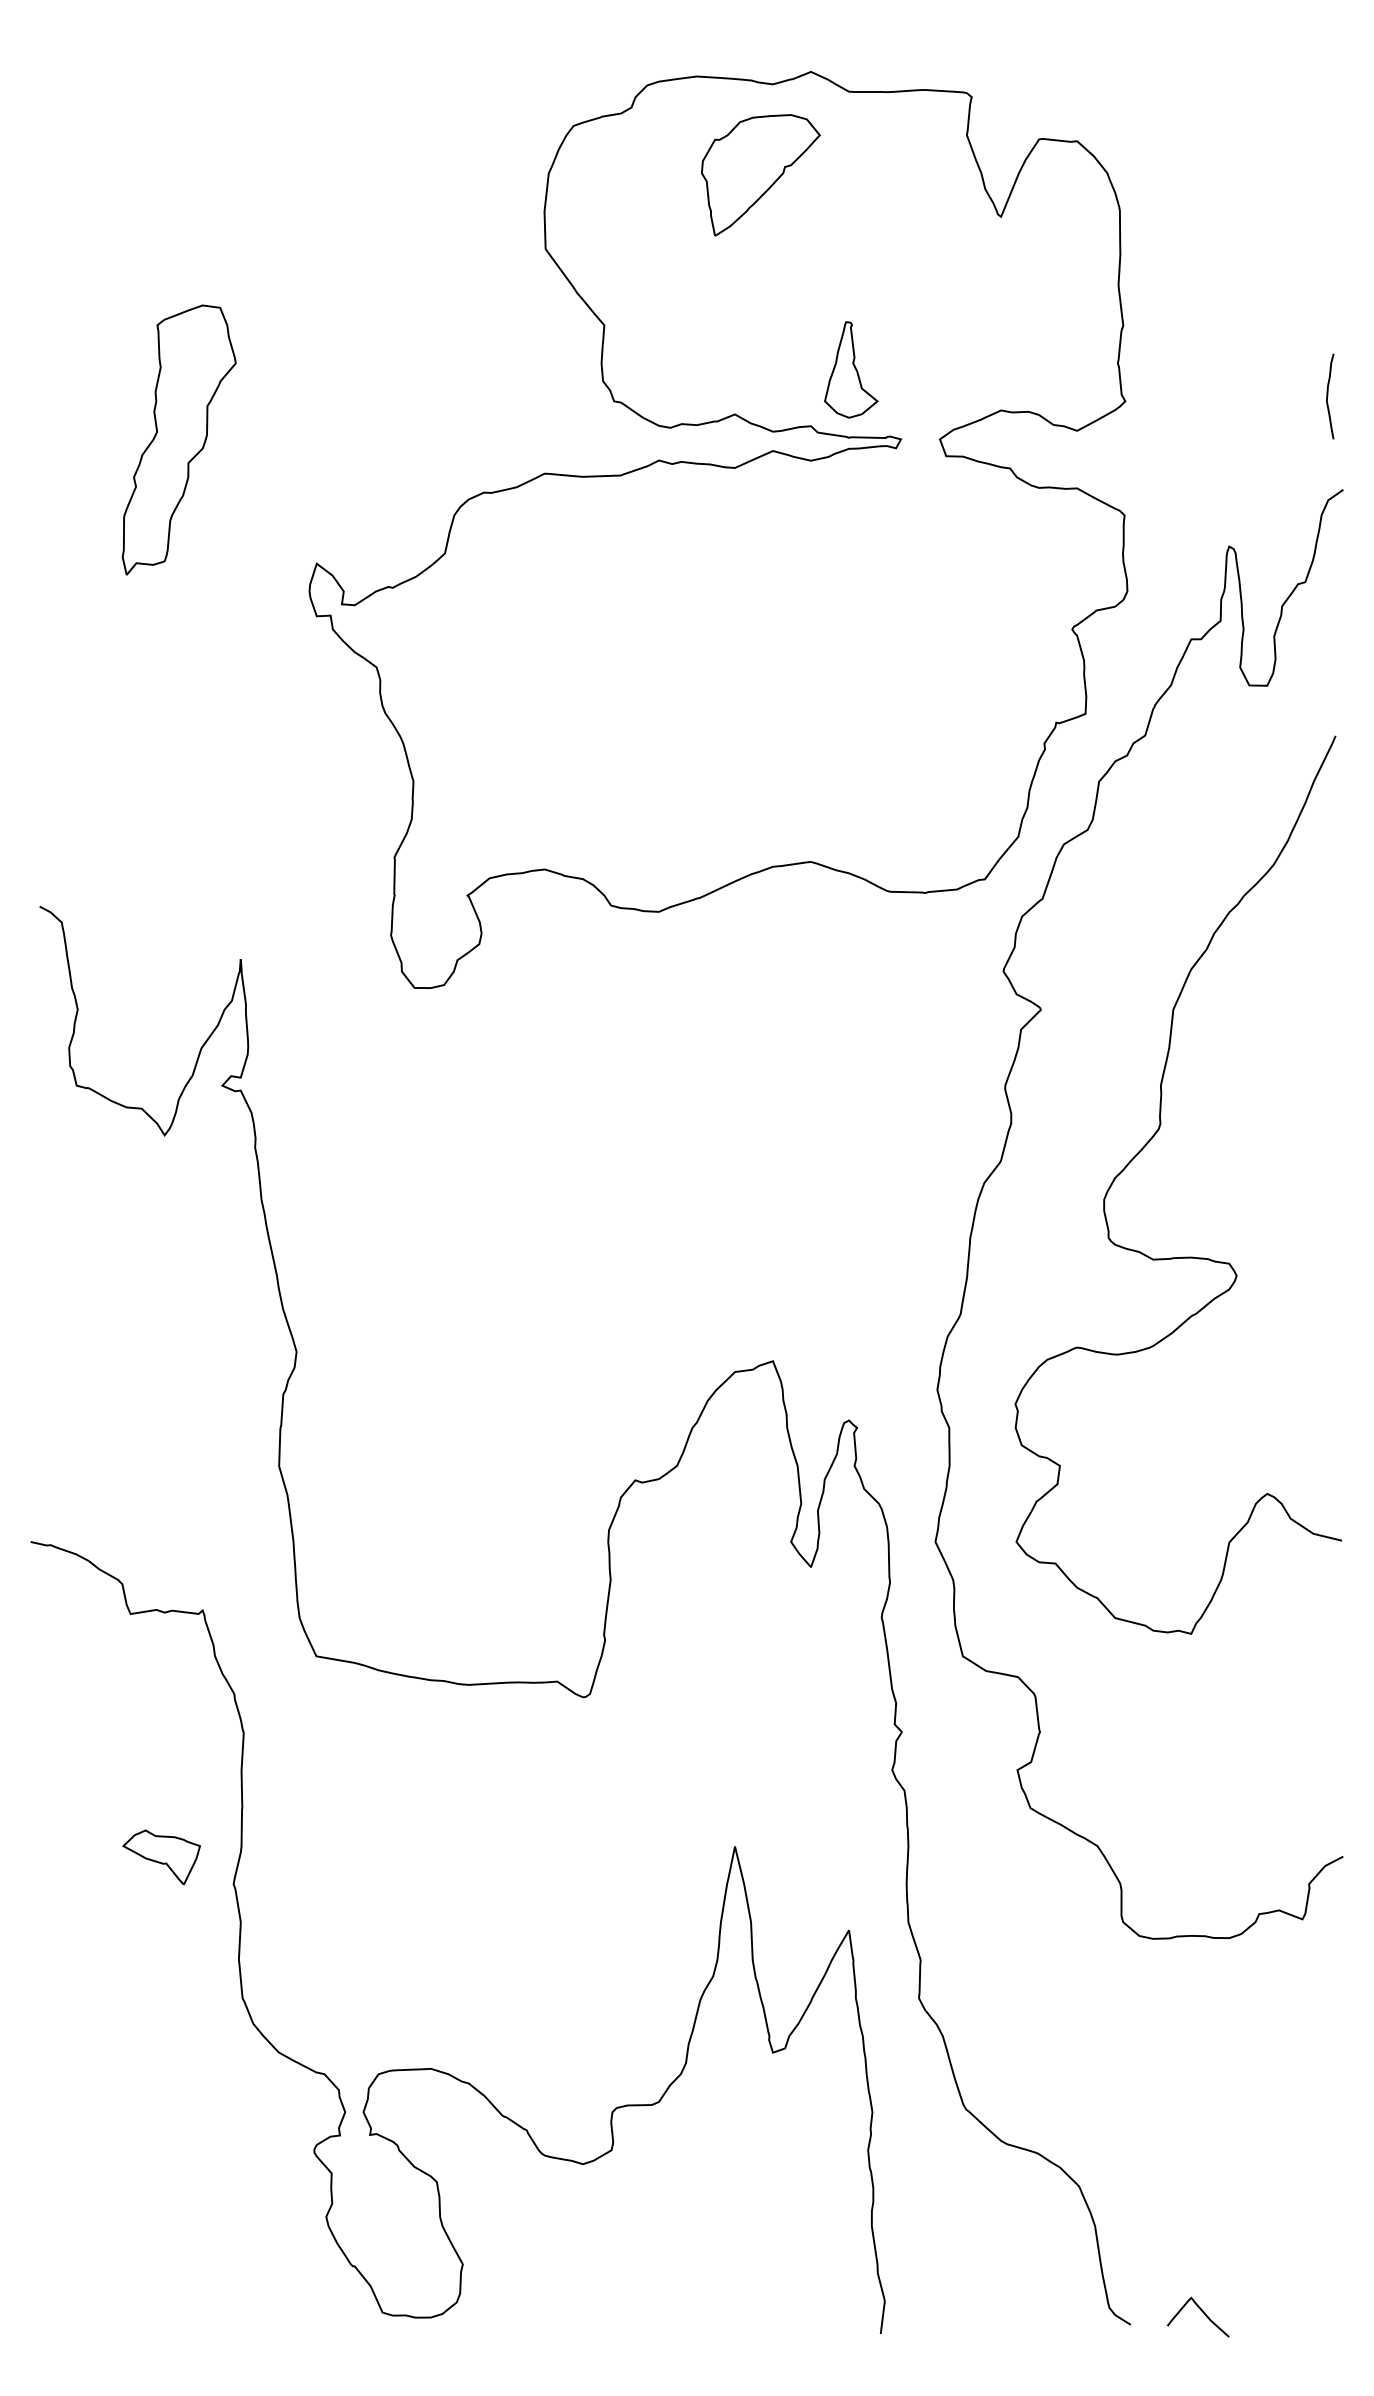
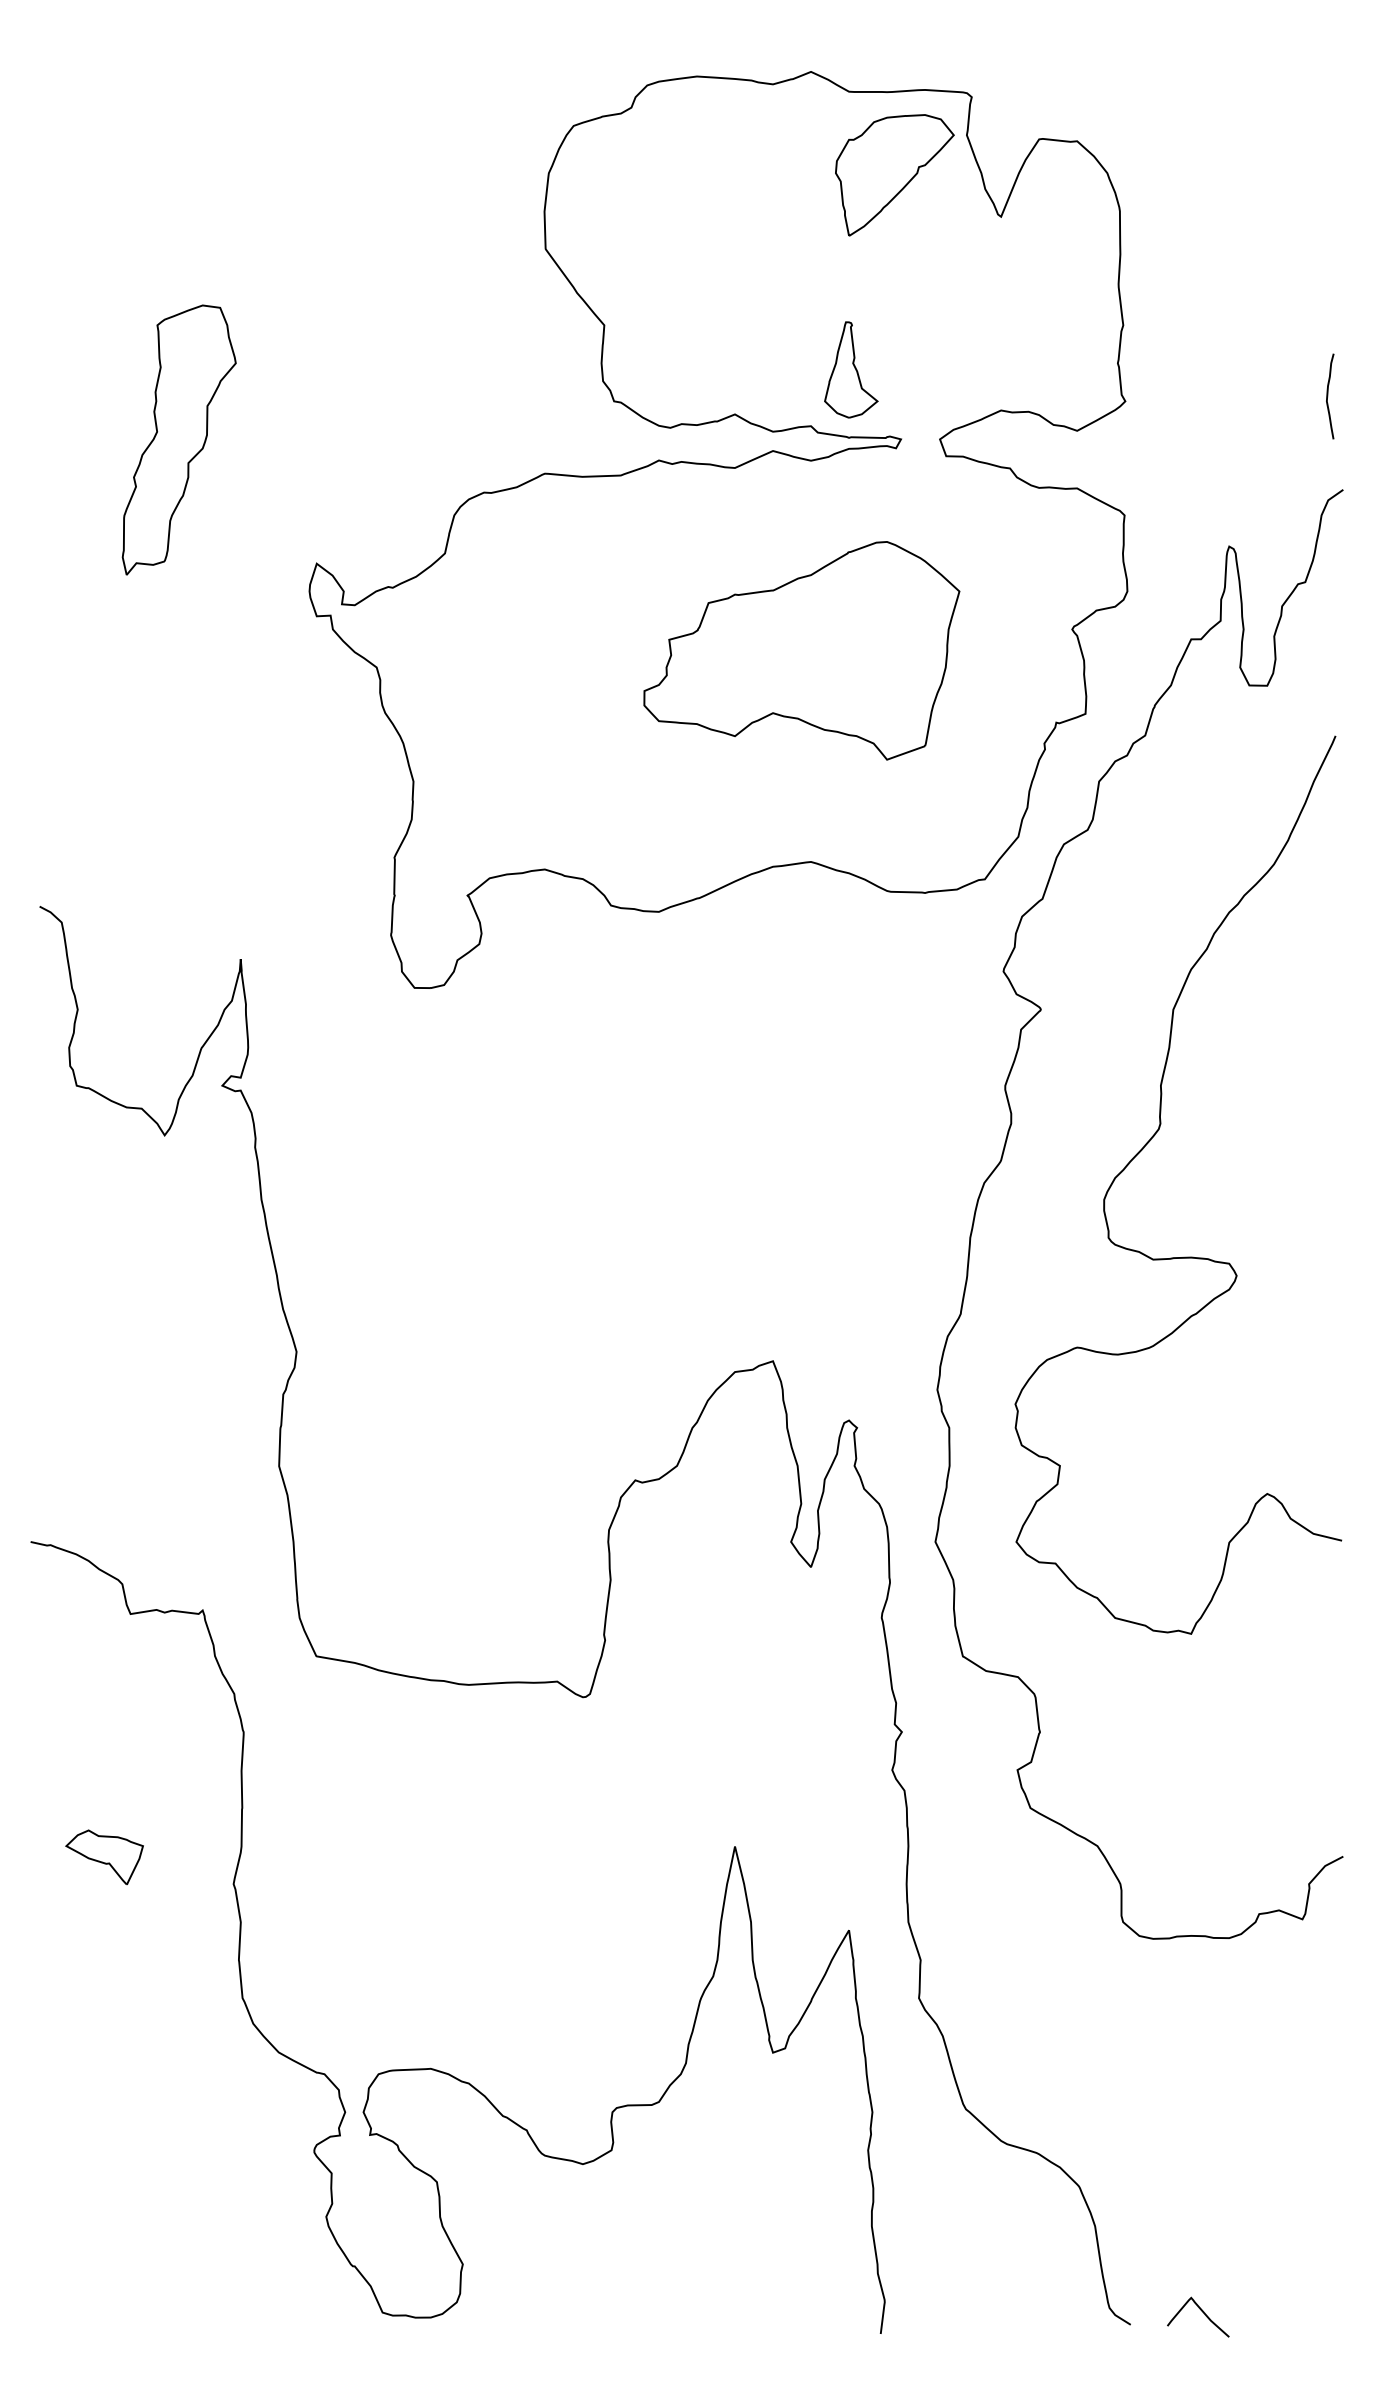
part at (760, 175) position: (760, 175) -> (894, 175)
part at (801, 650): none -> present
part at (161, 1856) position: (161, 1856) -> (104, 1856)
